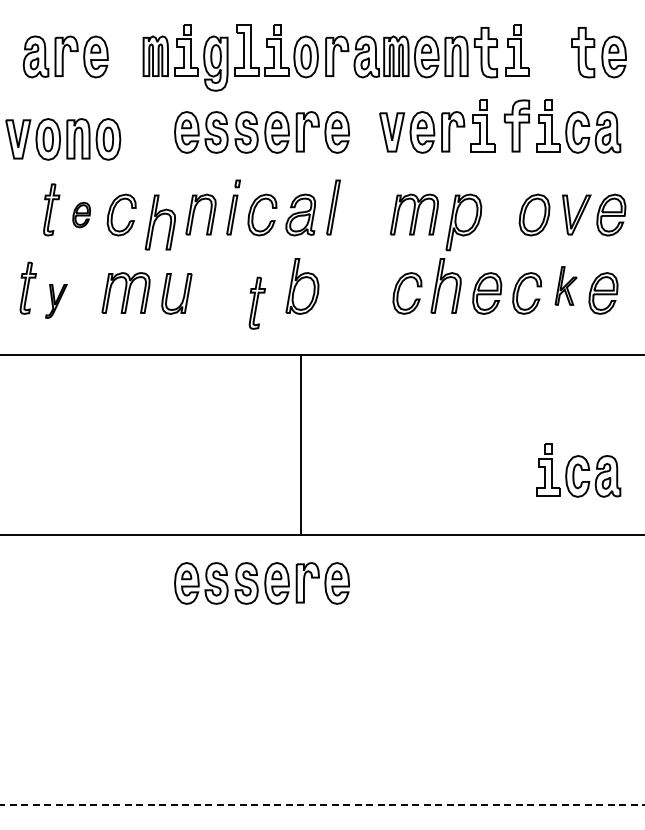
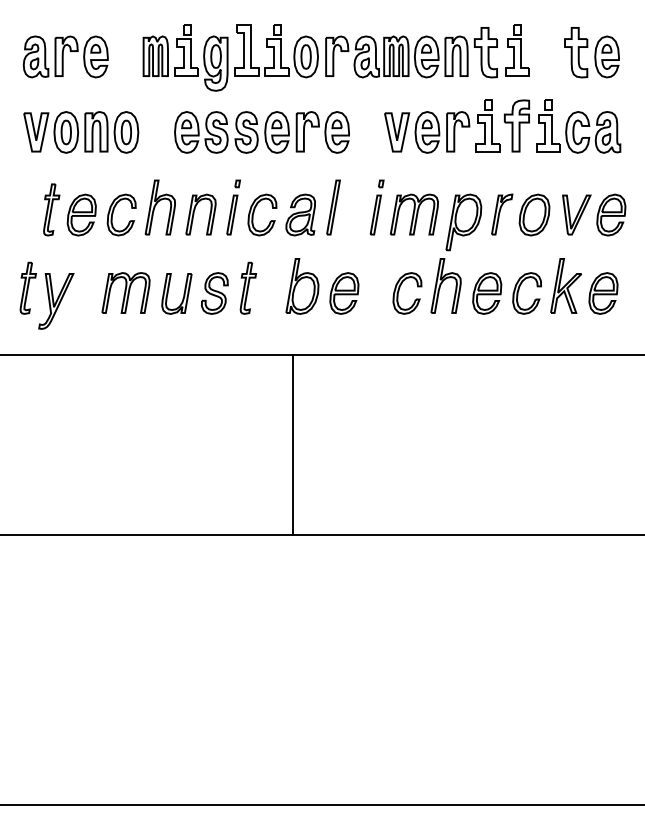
part at (598, 52) position: (598, 52) -> (591, 52)
part at (437, 126) position: (437, 126) -> (442, 126)
part at (63, 139) position: (63, 139) -> (81, 132)
part at (376, 207): none -> present
part at (81, 214) size: 19x28 px -> 31x44 px
part at (502, 214): none -> present
part at (159, 222) position: (159, 222) -> (159, 207)
part at (565, 285) size: 24x40 px -> 32x56 px
part at (214, 293): none -> present
part at (344, 293): none -> present
part at (56, 301) size: 23x35 px -> 37x57 px
part at (257, 302) position: (257, 302) -> (248, 287)
line at (301, 444) position: (301, 444) -> (293, 444)
part at (578, 470): present -> none
part at (261, 583): present -> none
line at (323, 805): dashed -> solid
